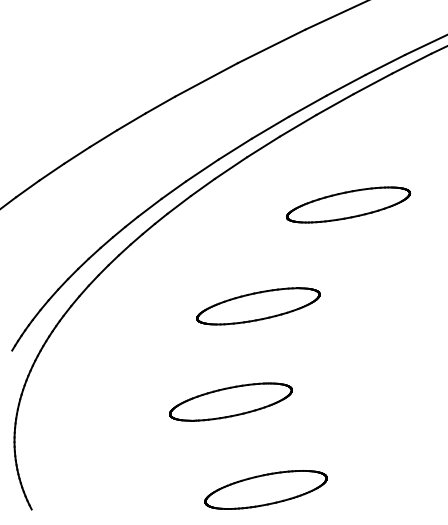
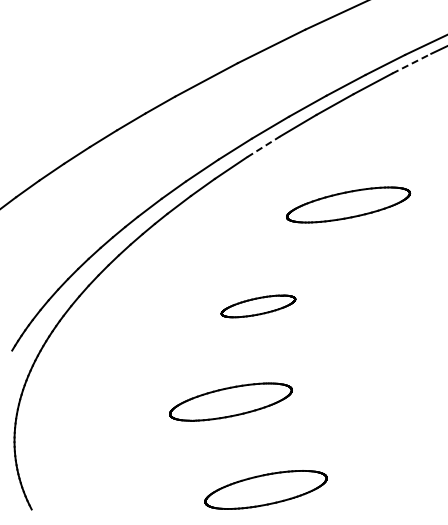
line at (411, 63): solid -> dashed
line at (263, 146): solid -> dashed
part at (258, 306) size: 125x39 px -> 77x25 px
